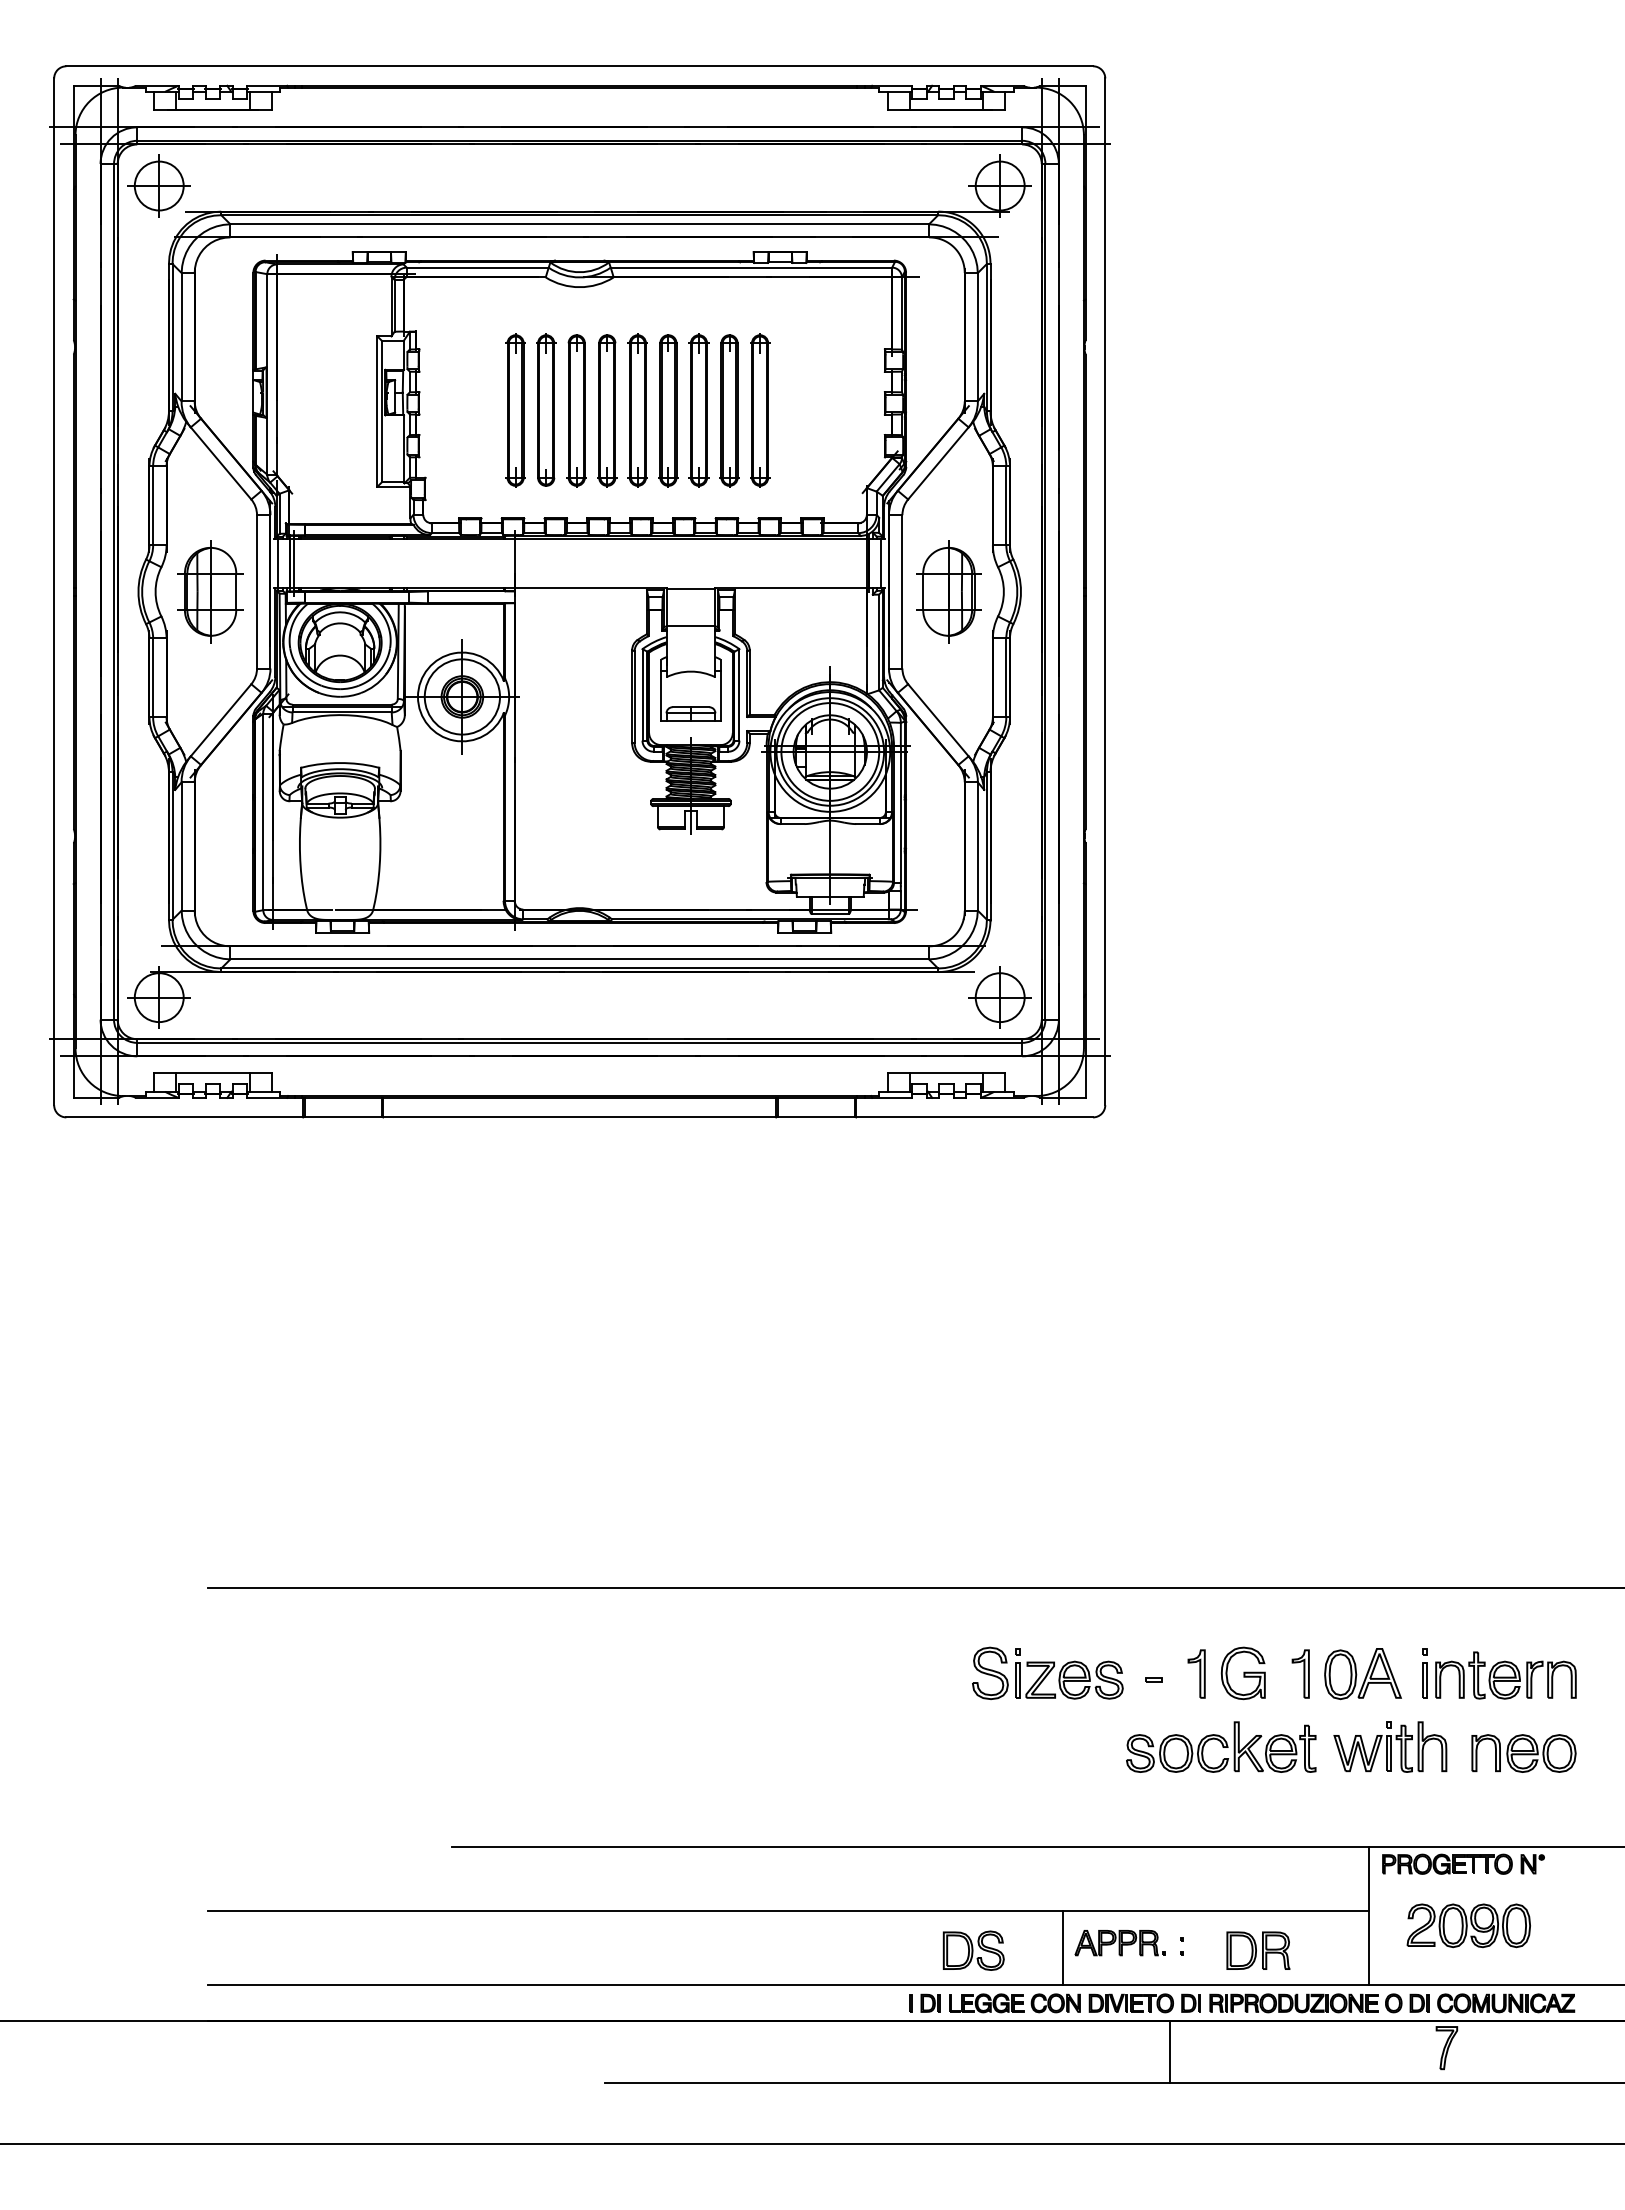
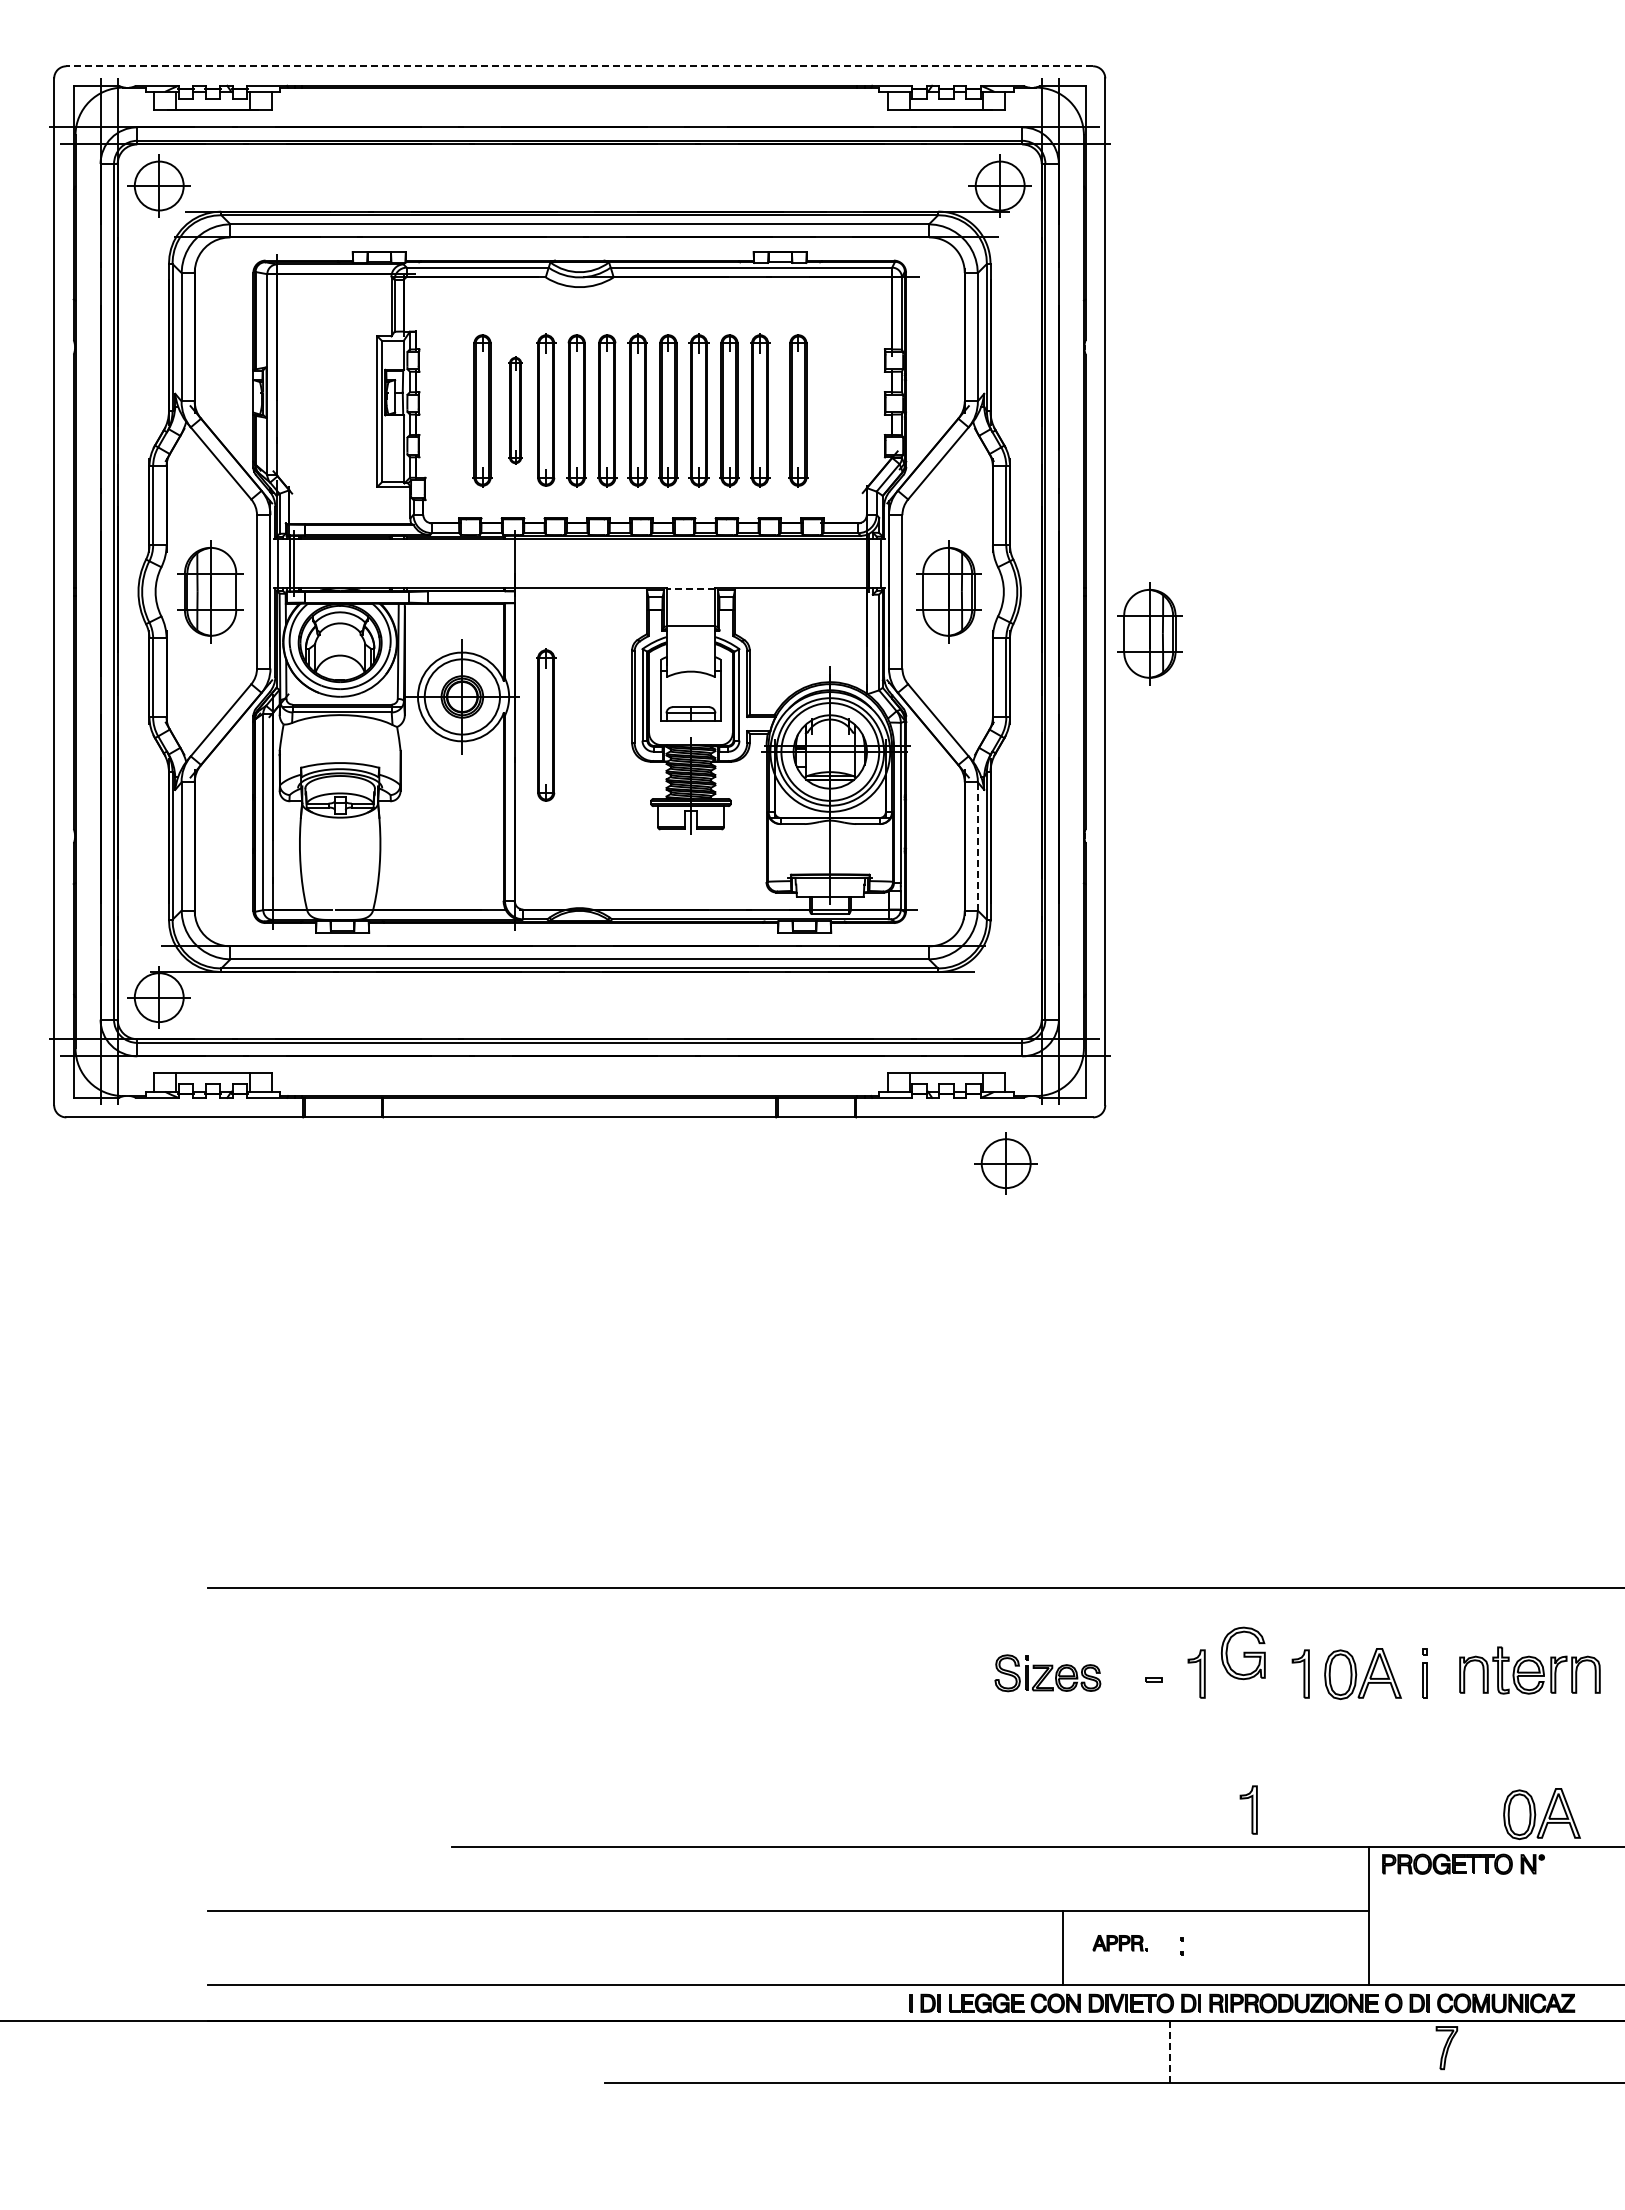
line at (579, 66): solid -> dashed
part at (482, 410): none -> present
part at (515, 410) size: 21x155 px -> 15x109 px
part at (798, 410): none -> present
line at (690, 589): solid -> dashed
part at (1149, 633): none -> present
part at (546, 724): none -> present
line at (977, 845): solid -> dashed
part at (999, 997) position: (999, 997) -> (1005, 1163)
part at (1047, 1672) size: 152x54 px -> 108x39 px
part at (1242, 1673) position: (1242, 1673) -> (1242, 1653)
part at (1505, 1675) position: (1505, 1675) -> (1529, 1670)
part at (1221, 1746): present -> none
part at (1390, 1746): present -> none
part at (1523, 1753): present -> none
part at (1248, 1809): none -> present
part at (1541, 1814): none -> present
part at (1468, 1925): present -> none
part at (1119, 1943) size: 92x27 px -> 56x17 px
part at (973, 1950): present -> none
part at (1258, 1950): present -> none
line at (1170, 2052): solid -> dashed
line at (811, 2143): present -> none
